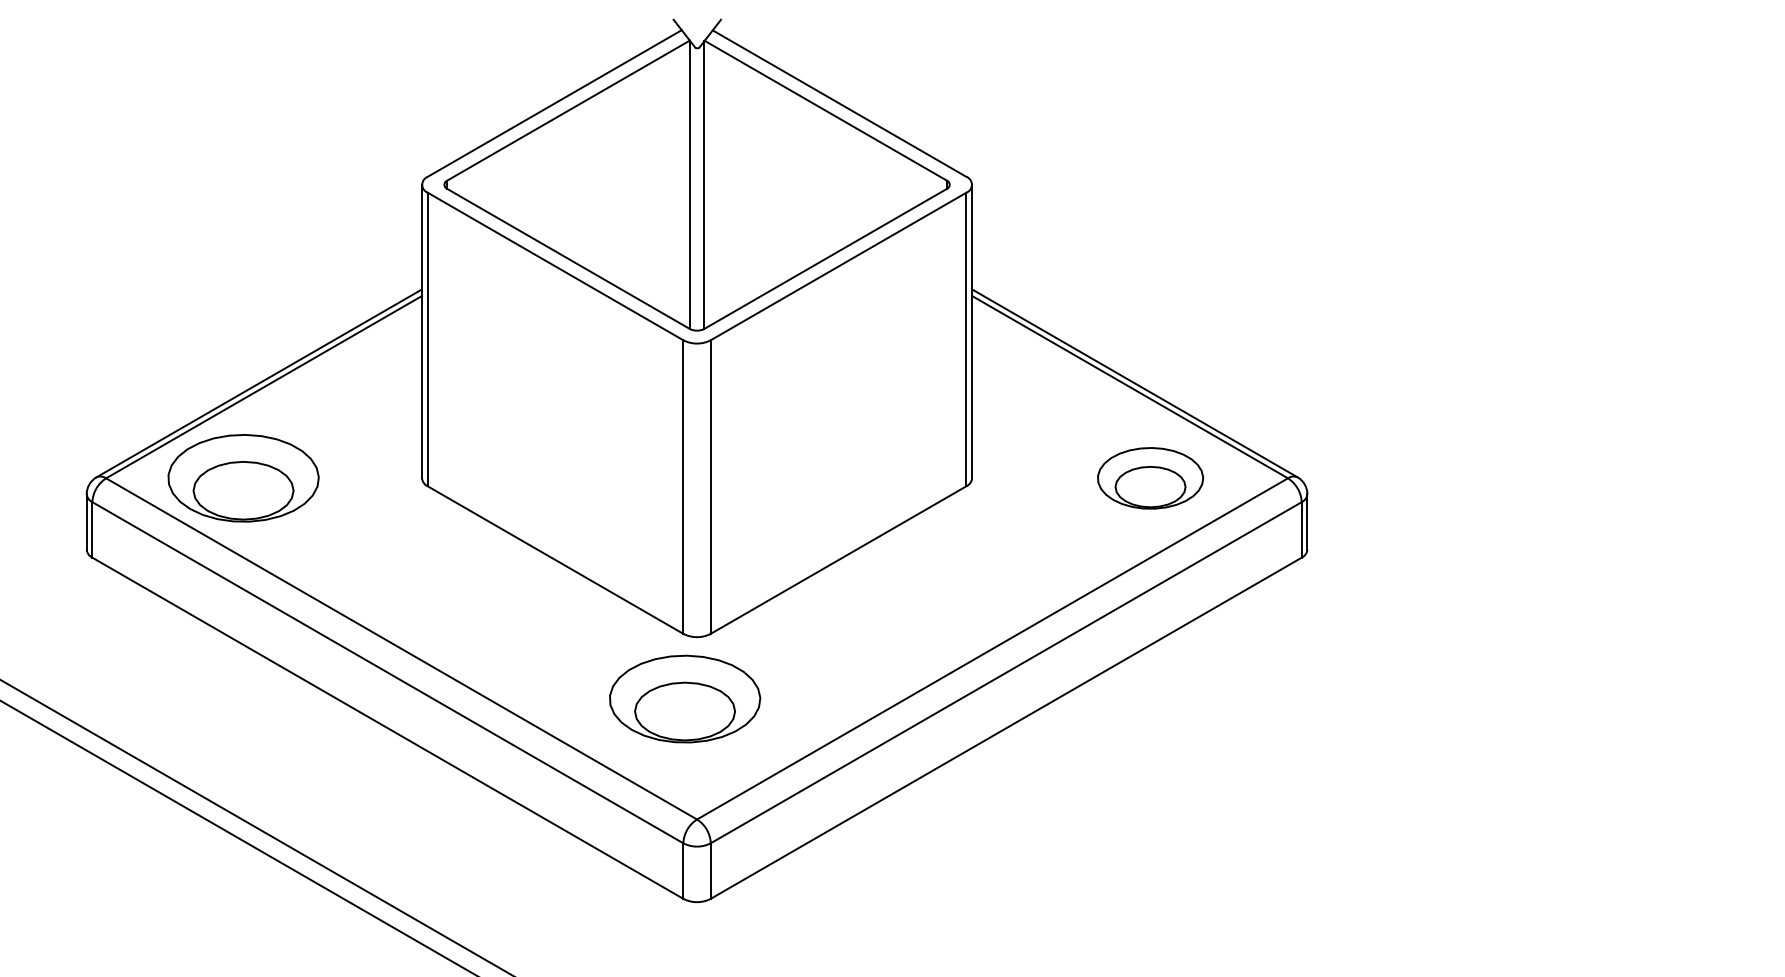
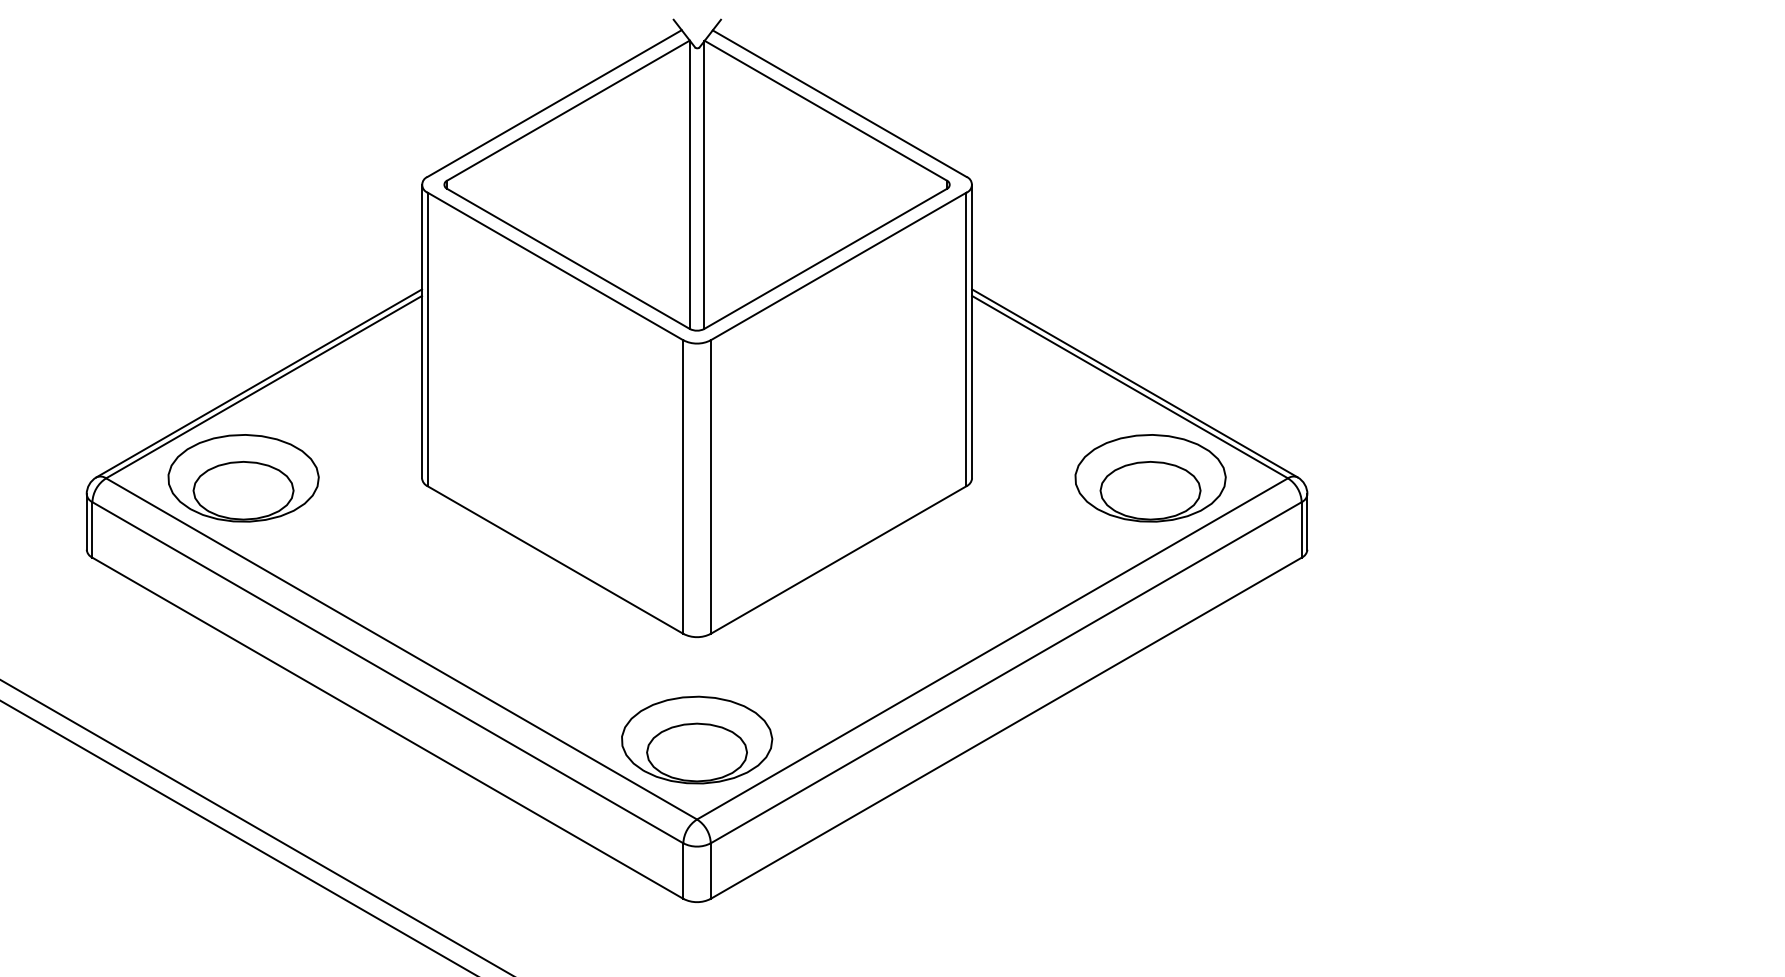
part at (1150, 478) size: 108x63 px -> 153x89 px
part at (685, 698) position: (685, 698) -> (697, 739)
